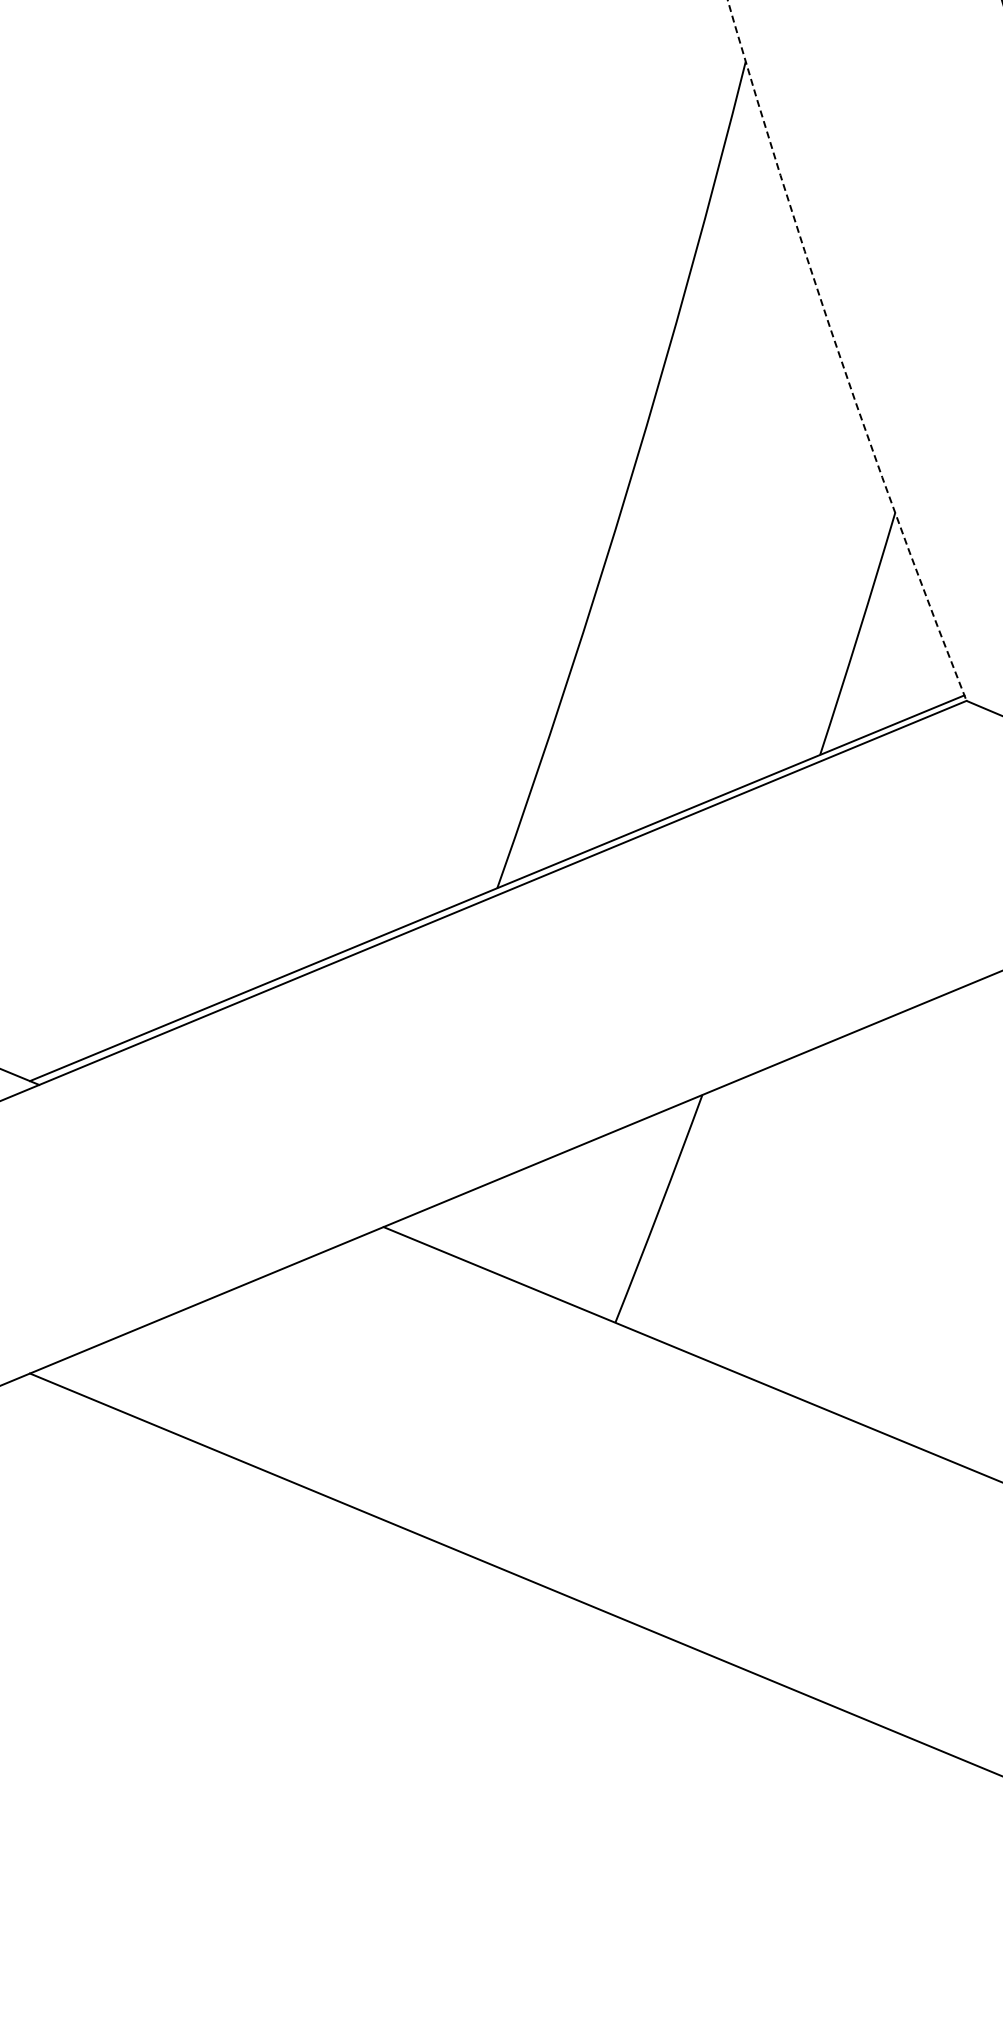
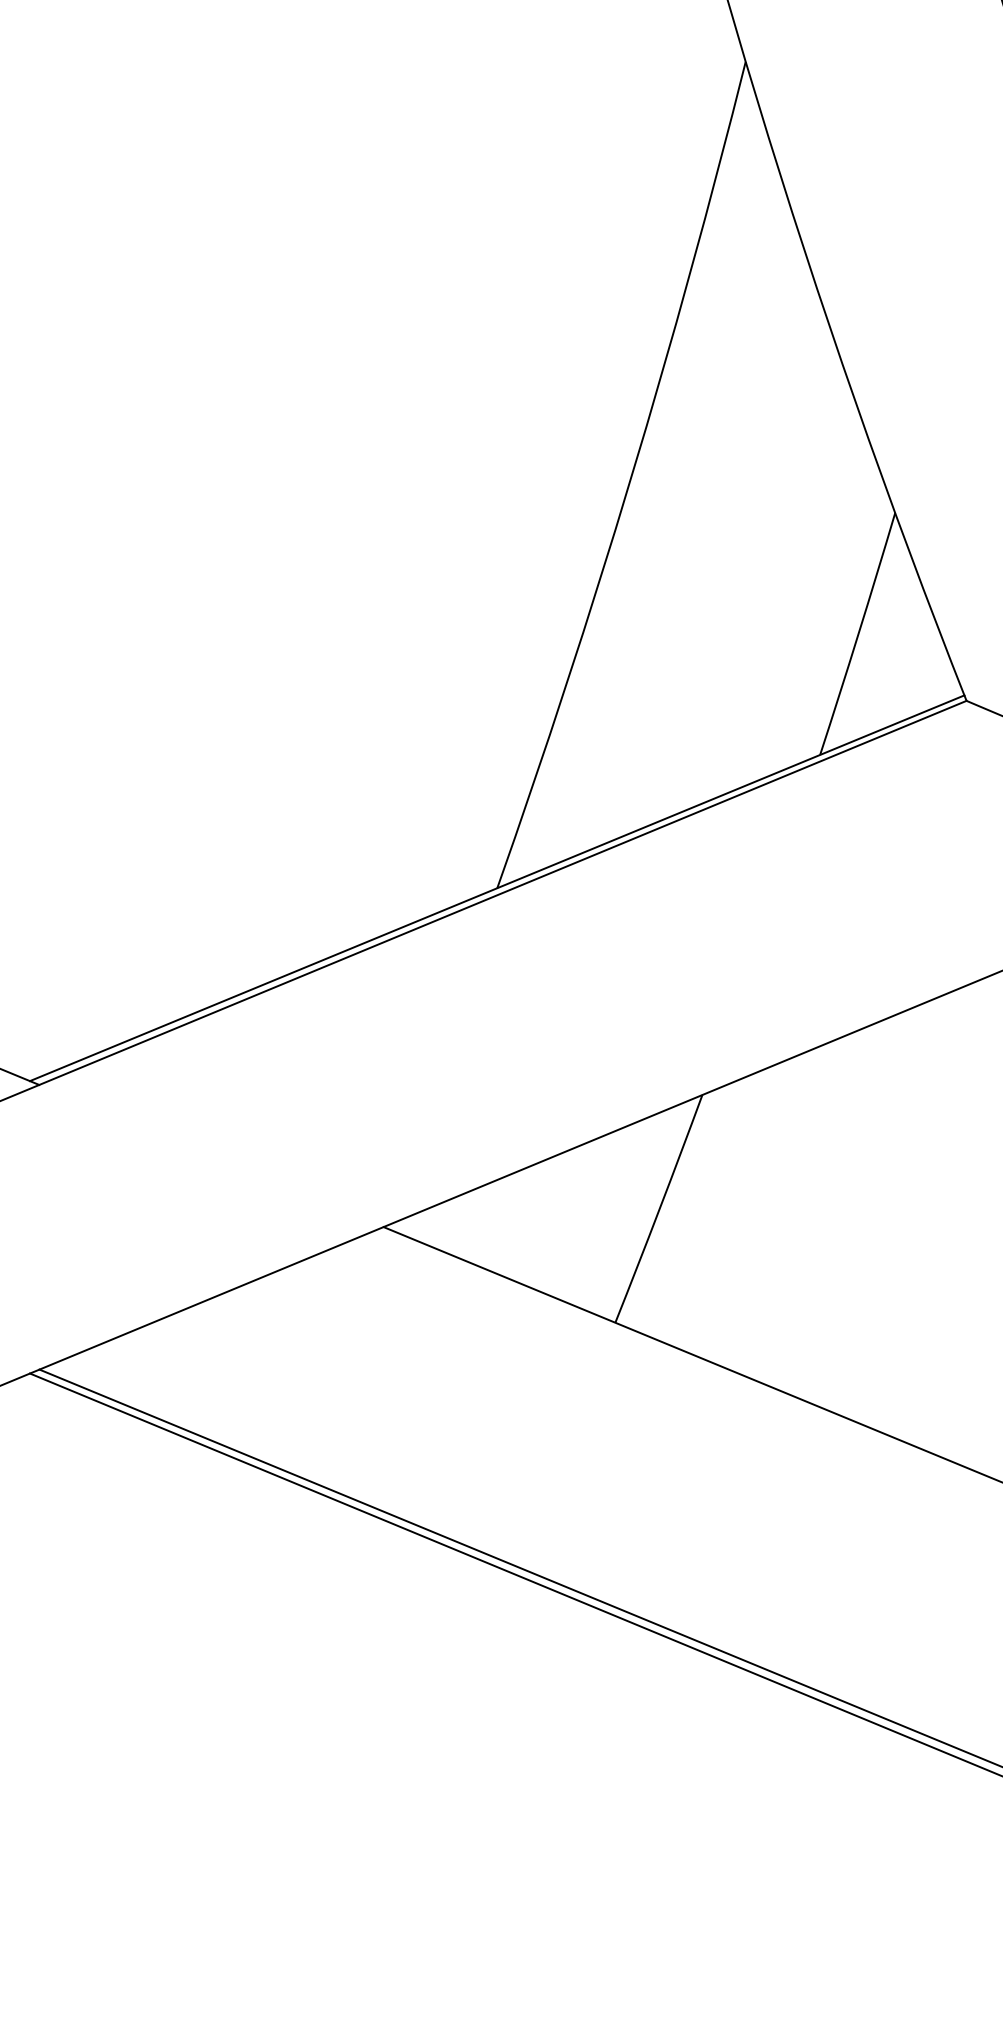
arc at (838, 353): dashed -> solid
line at (519, 1567): none -> present
